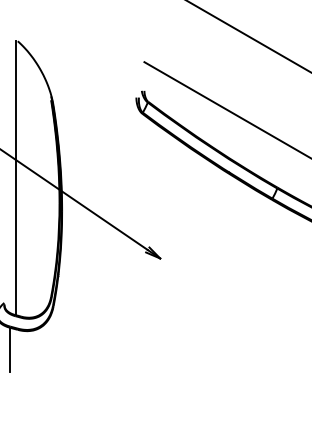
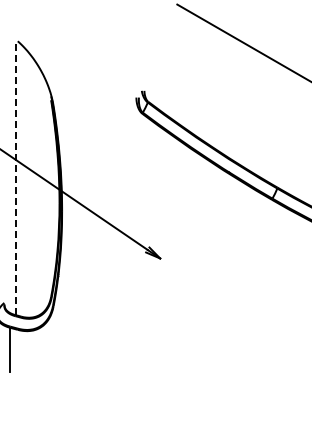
line at (248, 36) position: (248, 36) -> (242, 42)
line at (226, 109): present -> none
line at (15, 177): solid -> dashed
